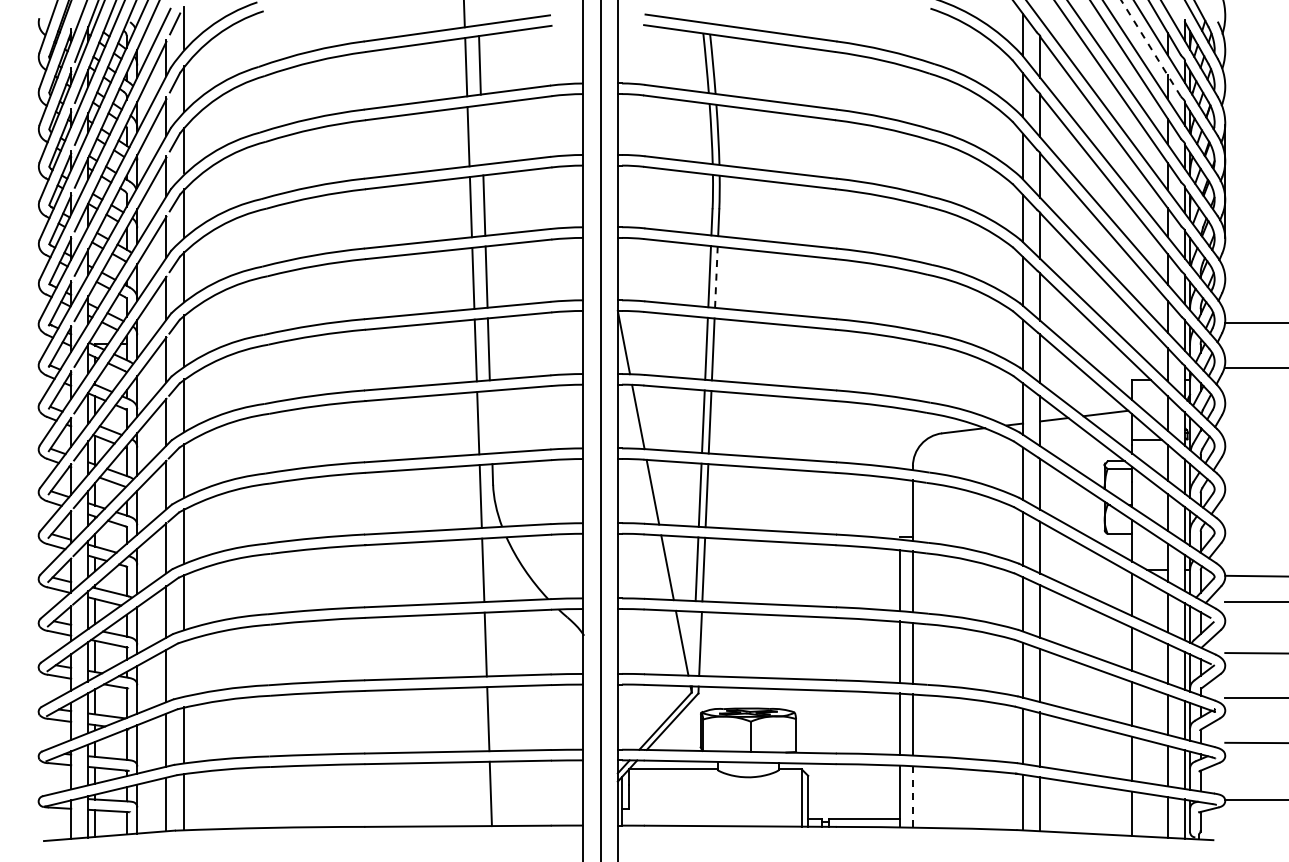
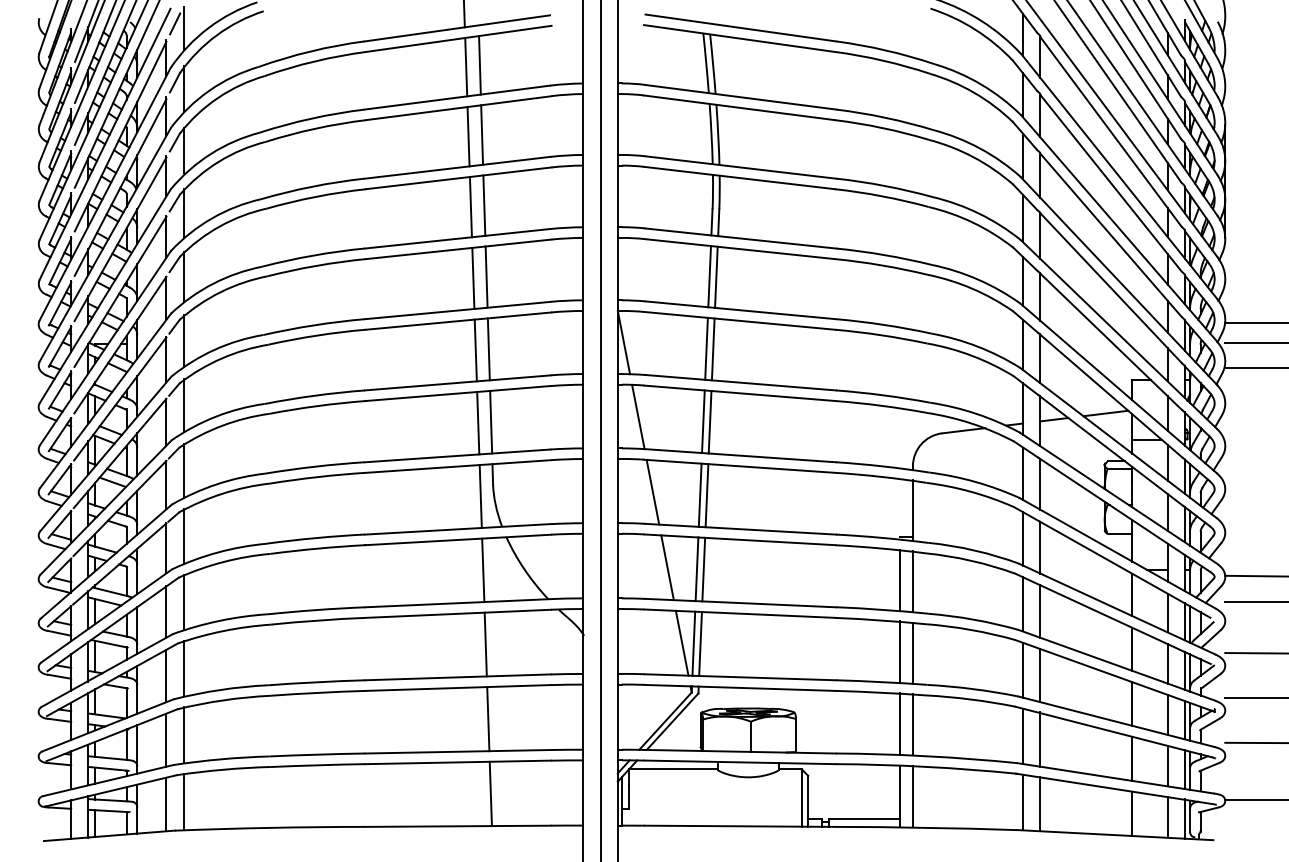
line at (1151, 48): dashed -> solid
line at (482, 134): none -> present
line at (716, 277): dashed -> solid
line at (1255, 343): none -> present
line at (491, 421): none -> present
line at (693, 643): none -> present
line at (183, 668): none -> present
line at (912, 796): dashed -> solid
